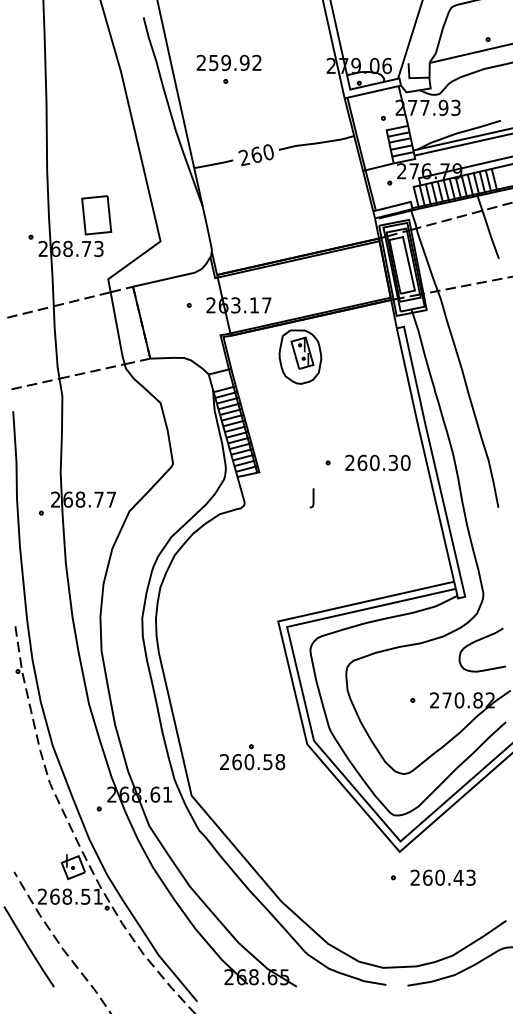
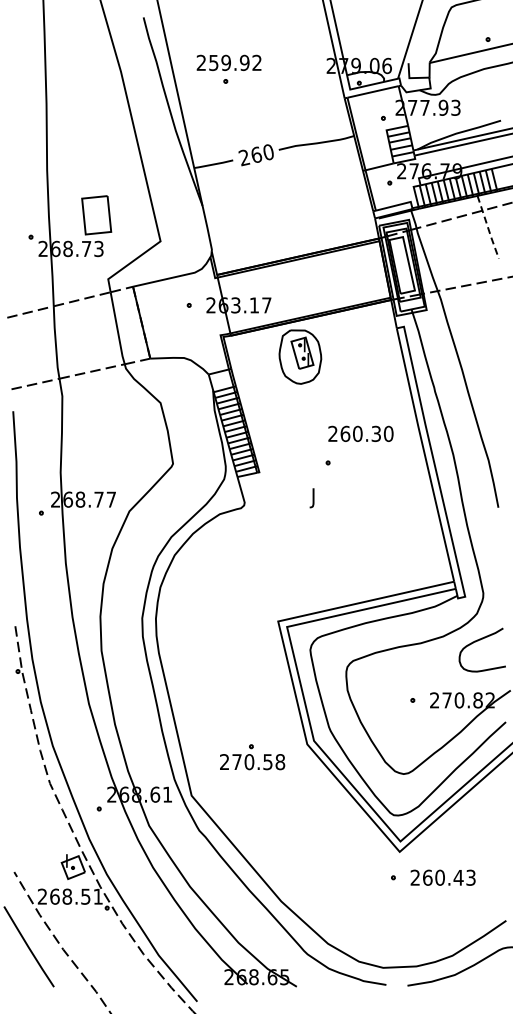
line at (487, 227): solid -> dashed
text at (377, 462) position: (377, 462) -> (360, 433)
text at (236, 762): 260.58 -> 270.58
